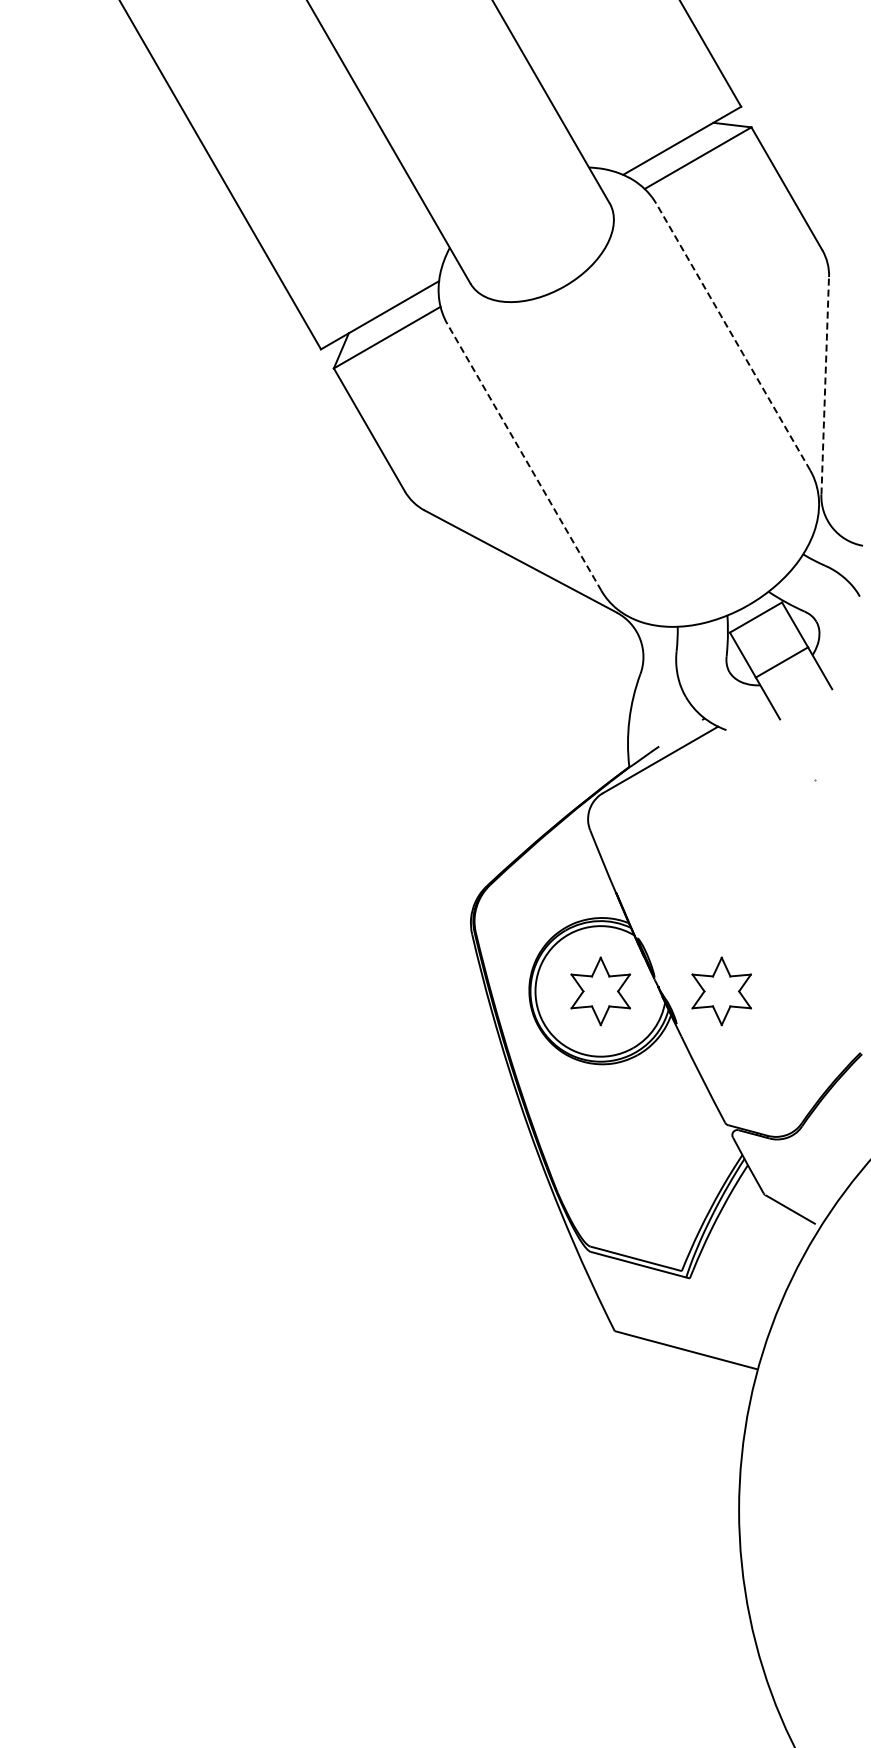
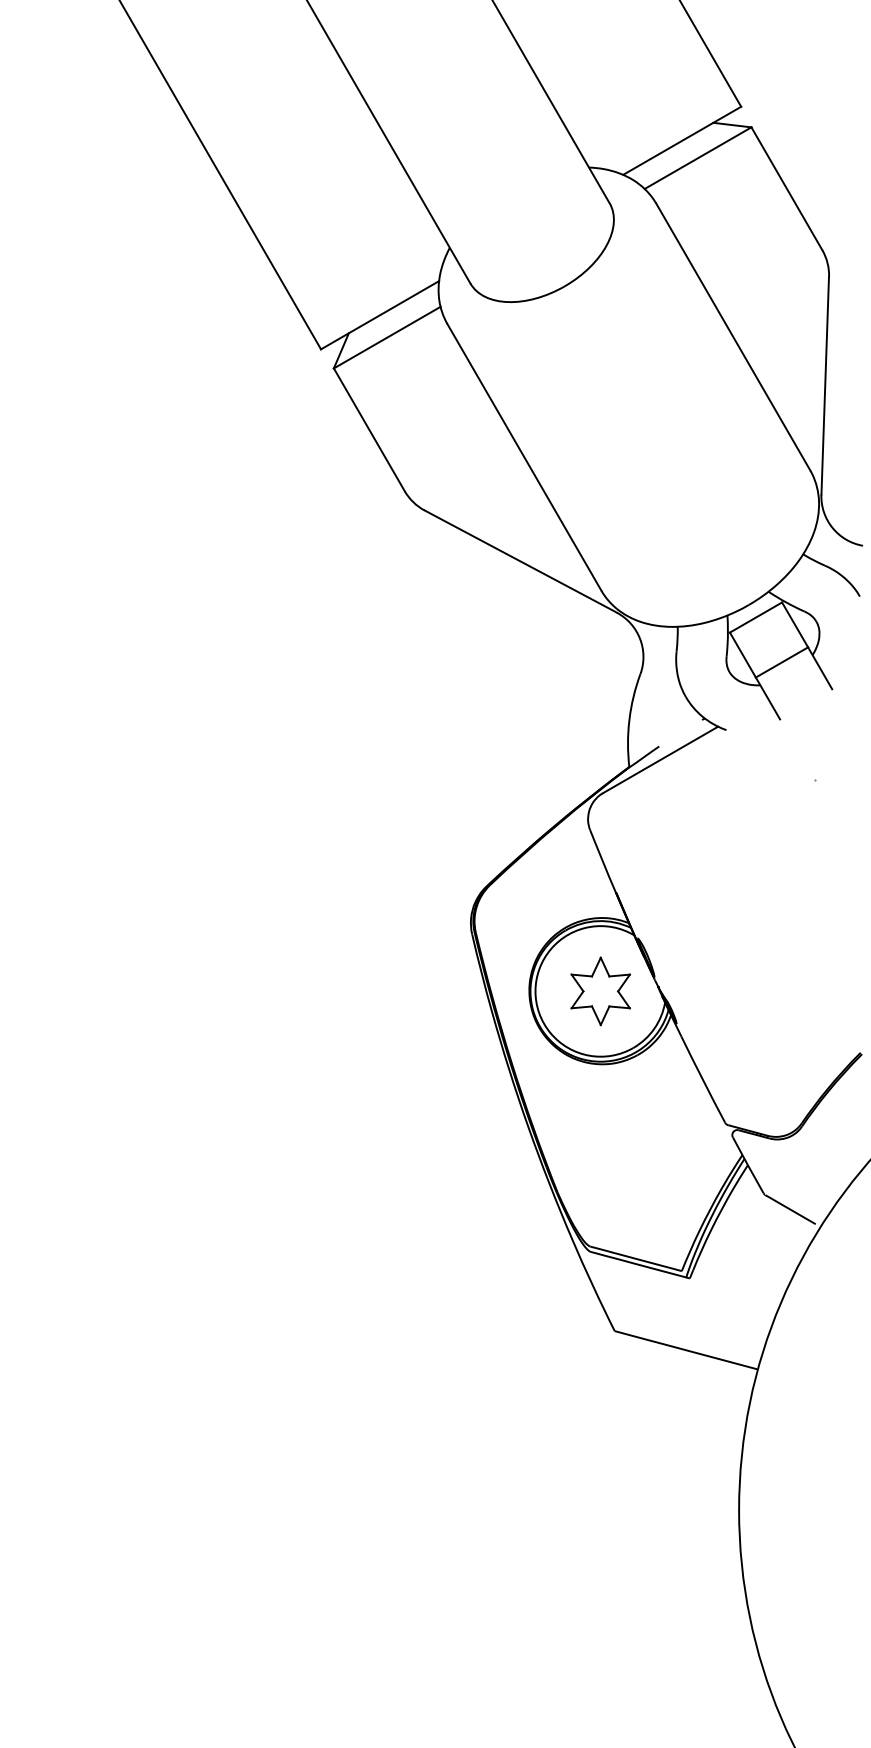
line at (732, 336): dashed -> solid
line at (825, 385): dashed -> solid
line at (524, 457): dashed -> solid
part at (721, 991): present -> none
